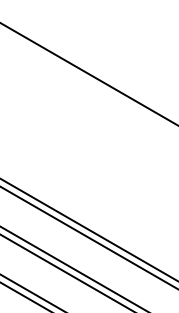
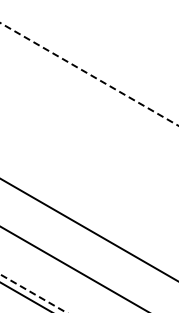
line at (89, 74): solid -> dashed
line at (88, 237): present -> none
line at (66, 272): present -> none
line at (33, 293): solid -> dashed
